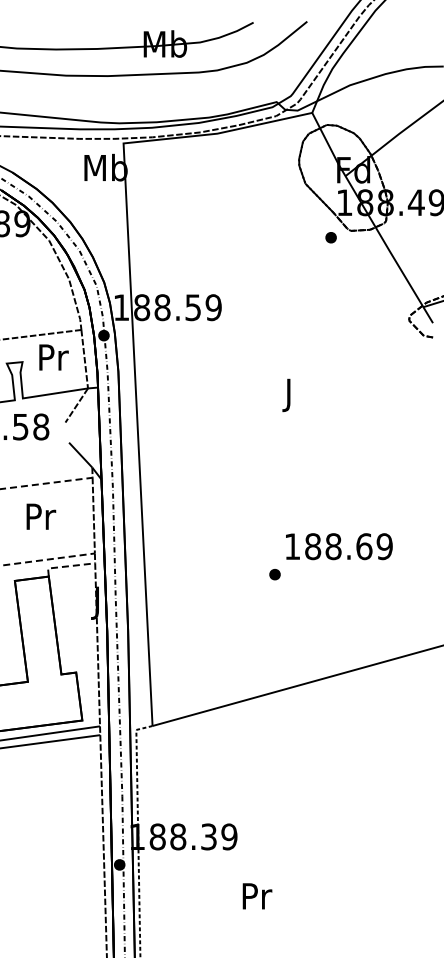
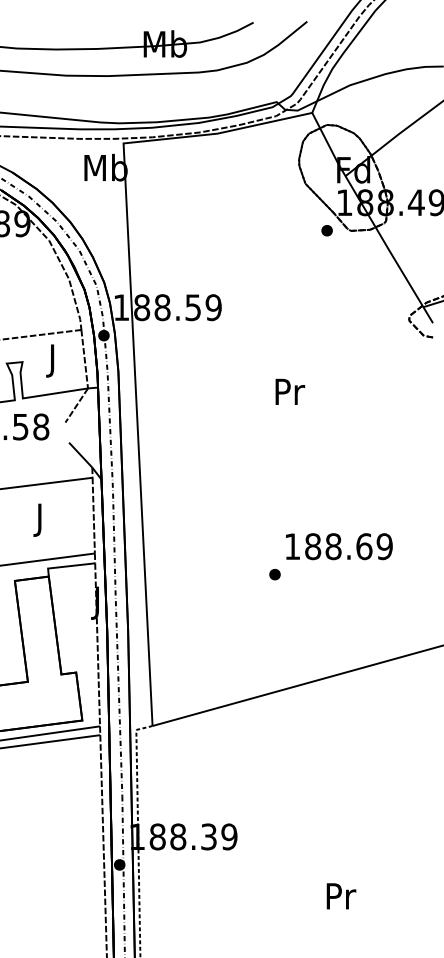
part at (330, 237) position: (330, 237) -> (326, 230)
text at (53, 360): Pr -> J
text at (290, 395): J -> Pr
line at (47, 483): dashed -> solid
text at (41, 519): Pr -> J
line at (47, 559): dashed -> solid
line at (66, 566): dashed -> solid
text at (257, 896) position: (257, 896) -> (341, 896)
